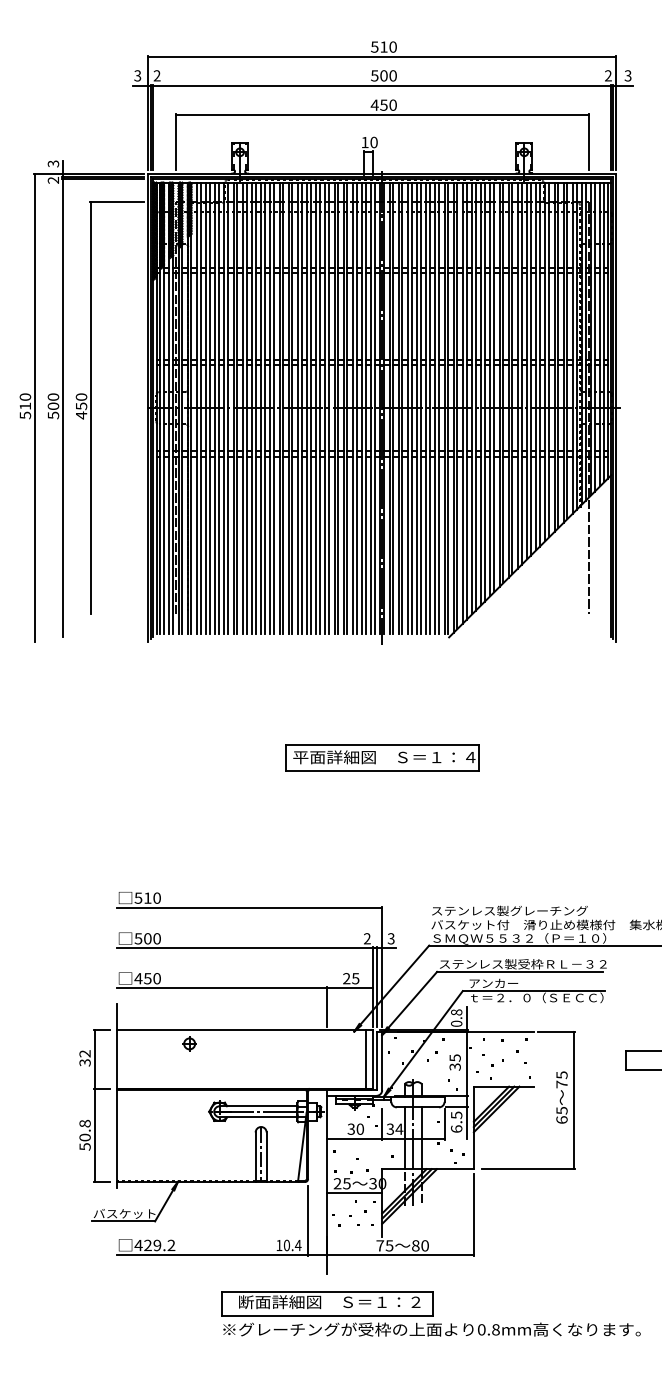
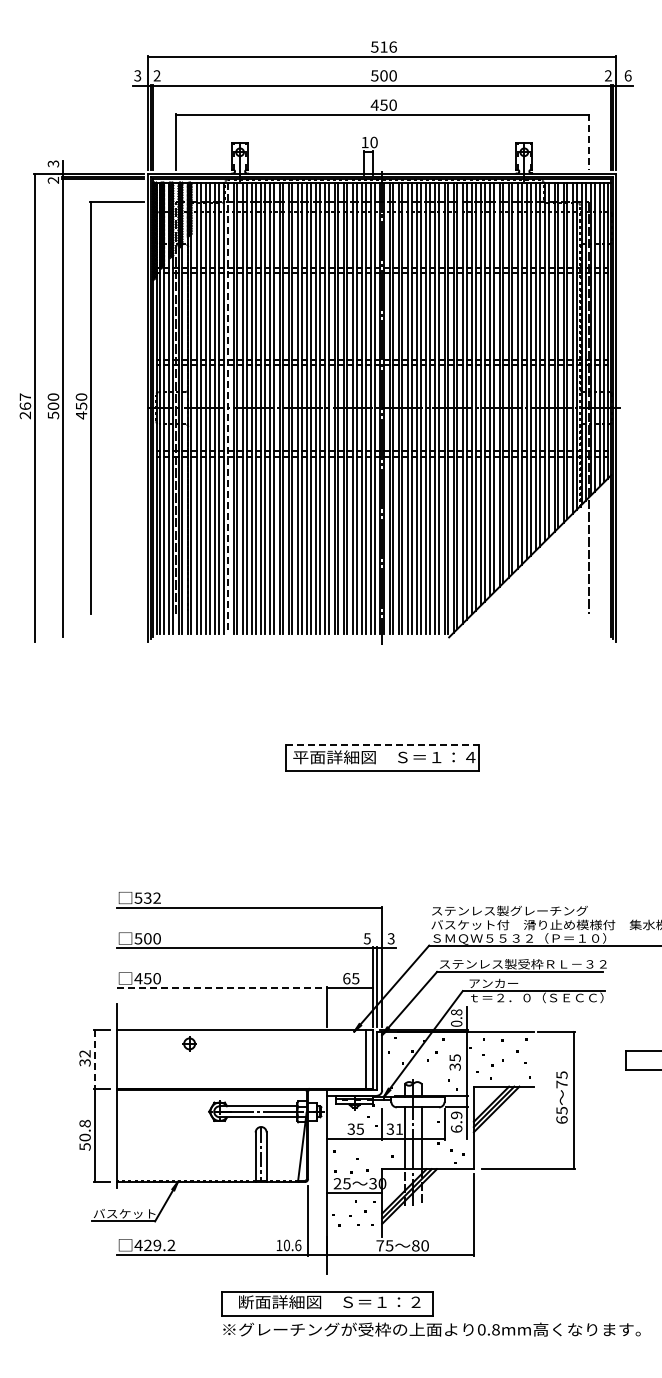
text at (392, 46): 510 -> 516
text at (627, 75): 3 -> 6
line at (588, 141): solid -> dashed
text at (25, 406): 510 -> 267
line at (228, 408): solid -> dashed
line at (382, 745): solid -> dashed
text at (152, 897): 510 -> 532
text at (367, 938): 2 -> 5
text at (346, 978): 25 -> 65
line at (222, 988): solid -> dashed
line at (94, 1060): solid -> dashed
text at (456, 1115): 6.5 -> 6.9
text at (359, 1128): 30 -> 35
text at (399, 1128): 34 -> 31
text at (297, 1245): 10.4 -> 10.6
